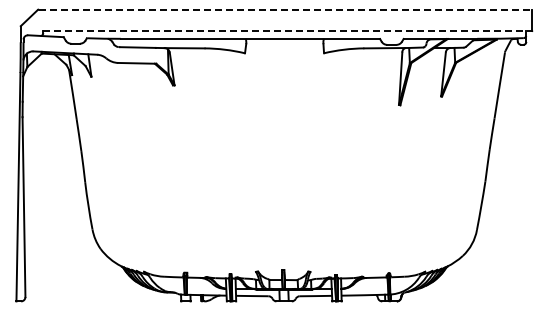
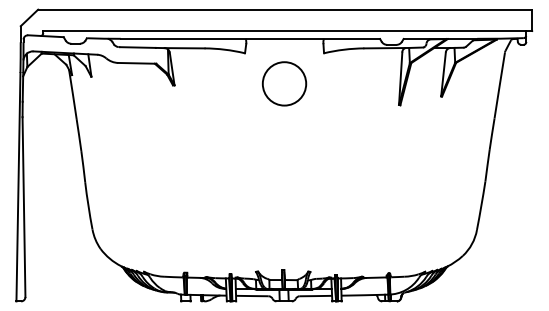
line at (285, 9): dashed -> solid
line at (288, 31): dashed -> solid
circle at (284, 83): none -> present
